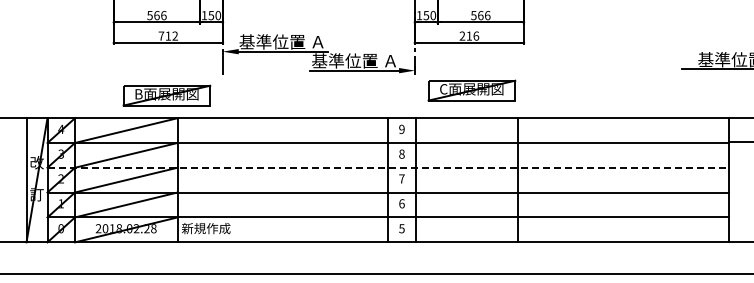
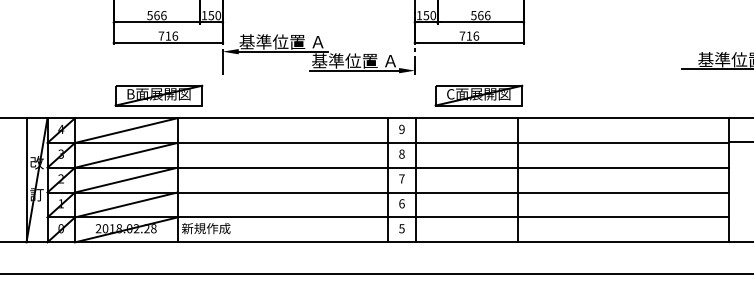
text at (175, 35): 712 -> 716
text at (462, 35): 216 -> 716
part at (471, 90) position: (471, 90) -> (478, 95)
part at (166, 95) position: (166, 95) -> (158, 95)
line at (388, 167): dashed -> solid
